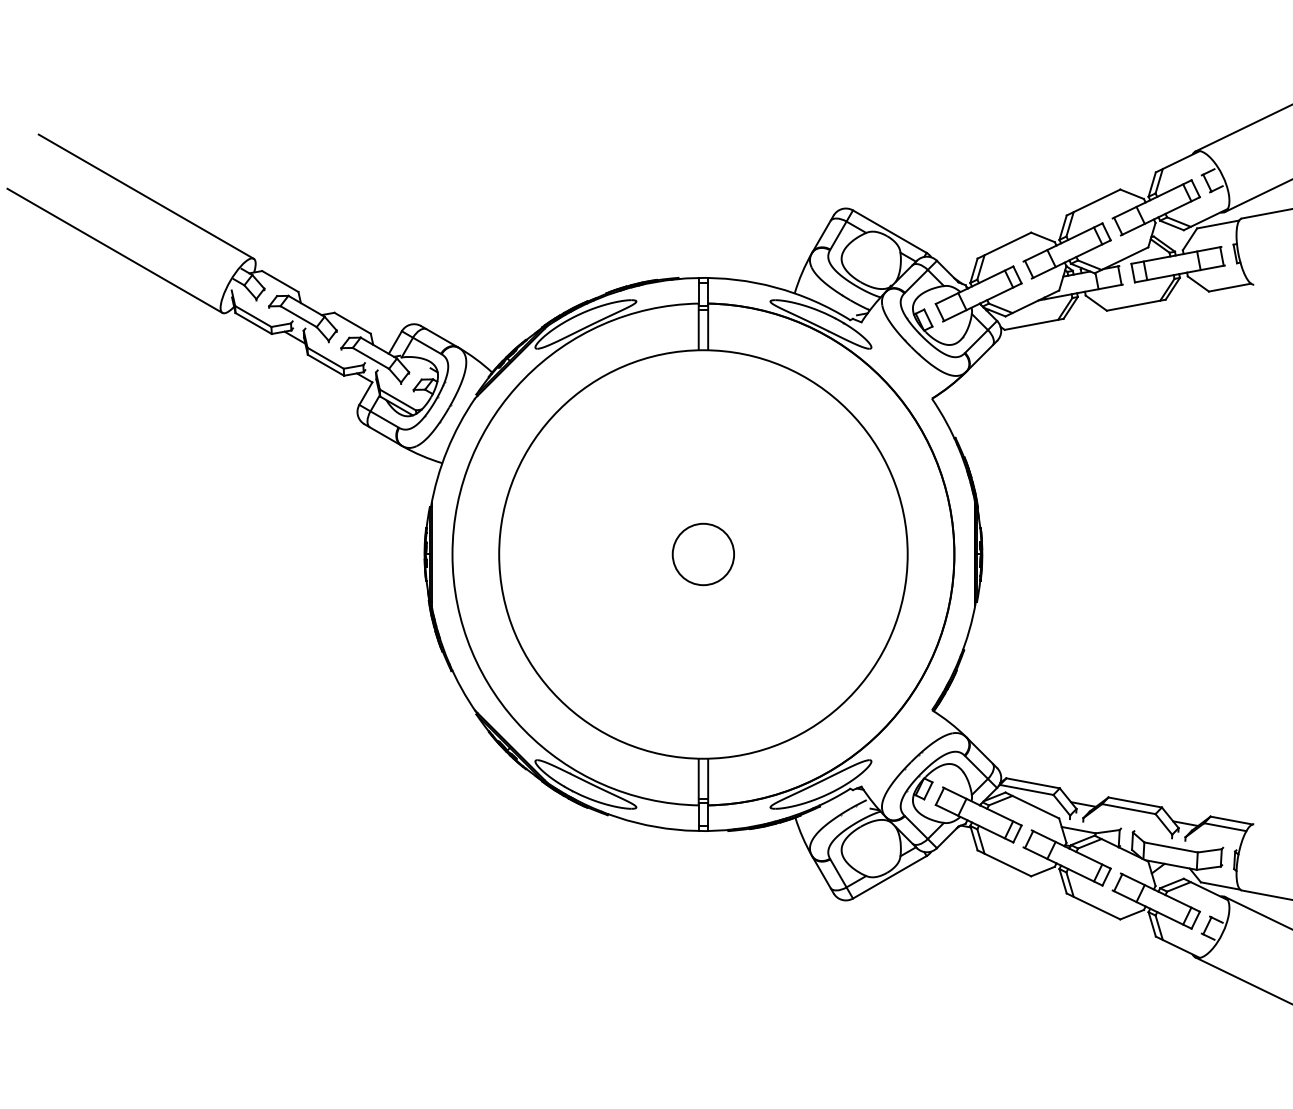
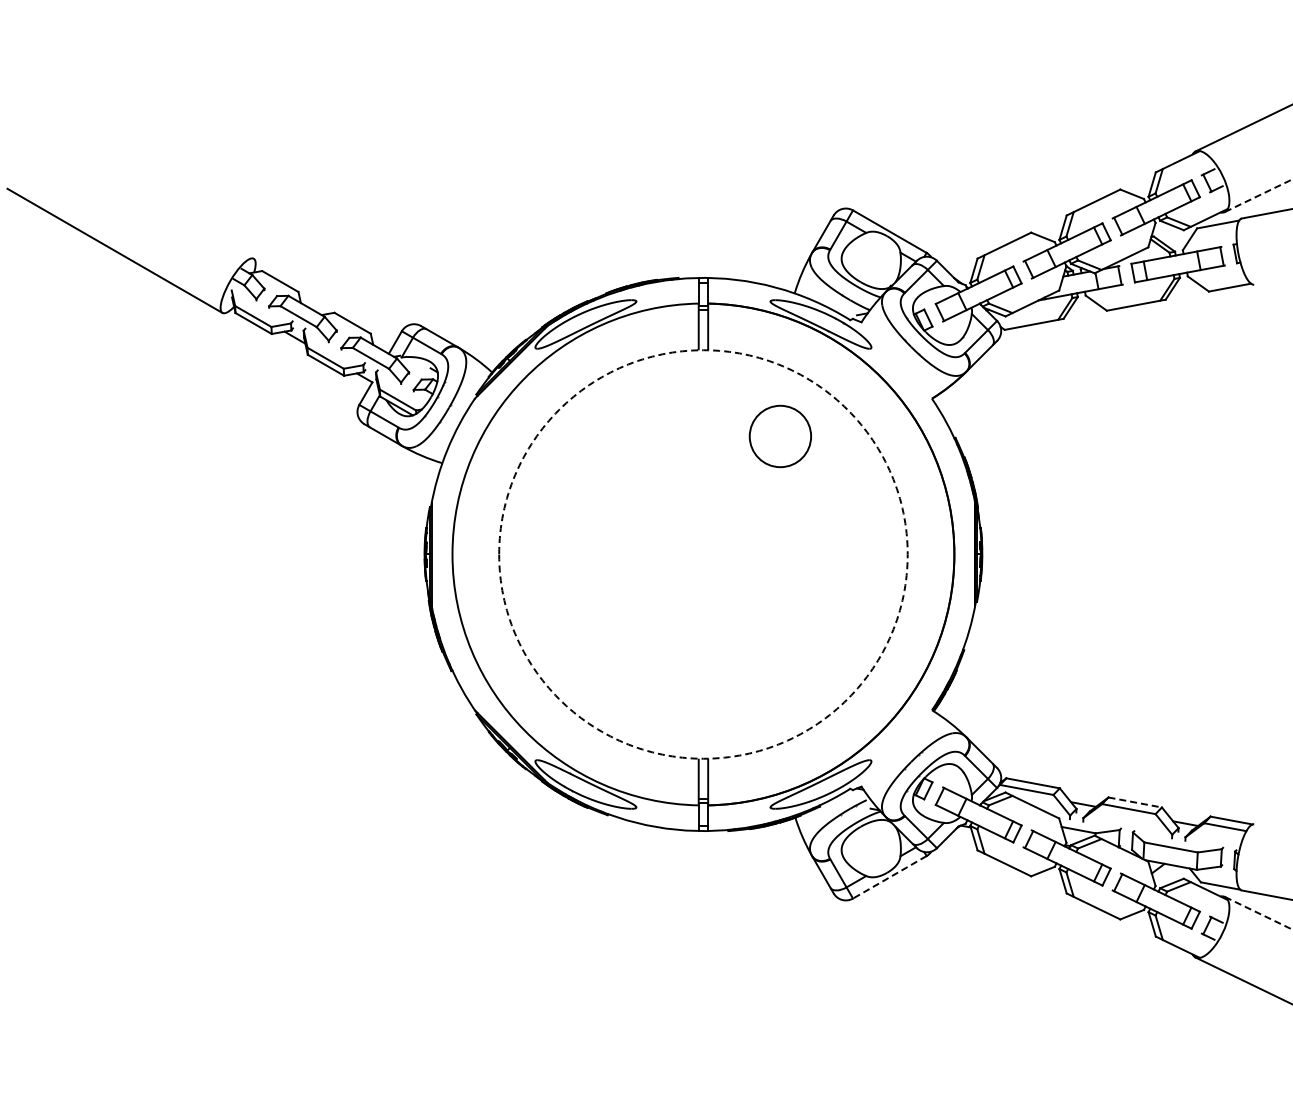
line at (145, 196): present -> none
line at (1258, 196): solid -> dashed
circle at (702, 554) position: (702, 554) -> (779, 436)
circle at (703, 554): solid -> dashed
line at (1135, 802): solid -> dashed
line at (889, 877): solid -> dashed
line at (1258, 912): solid -> dashed
